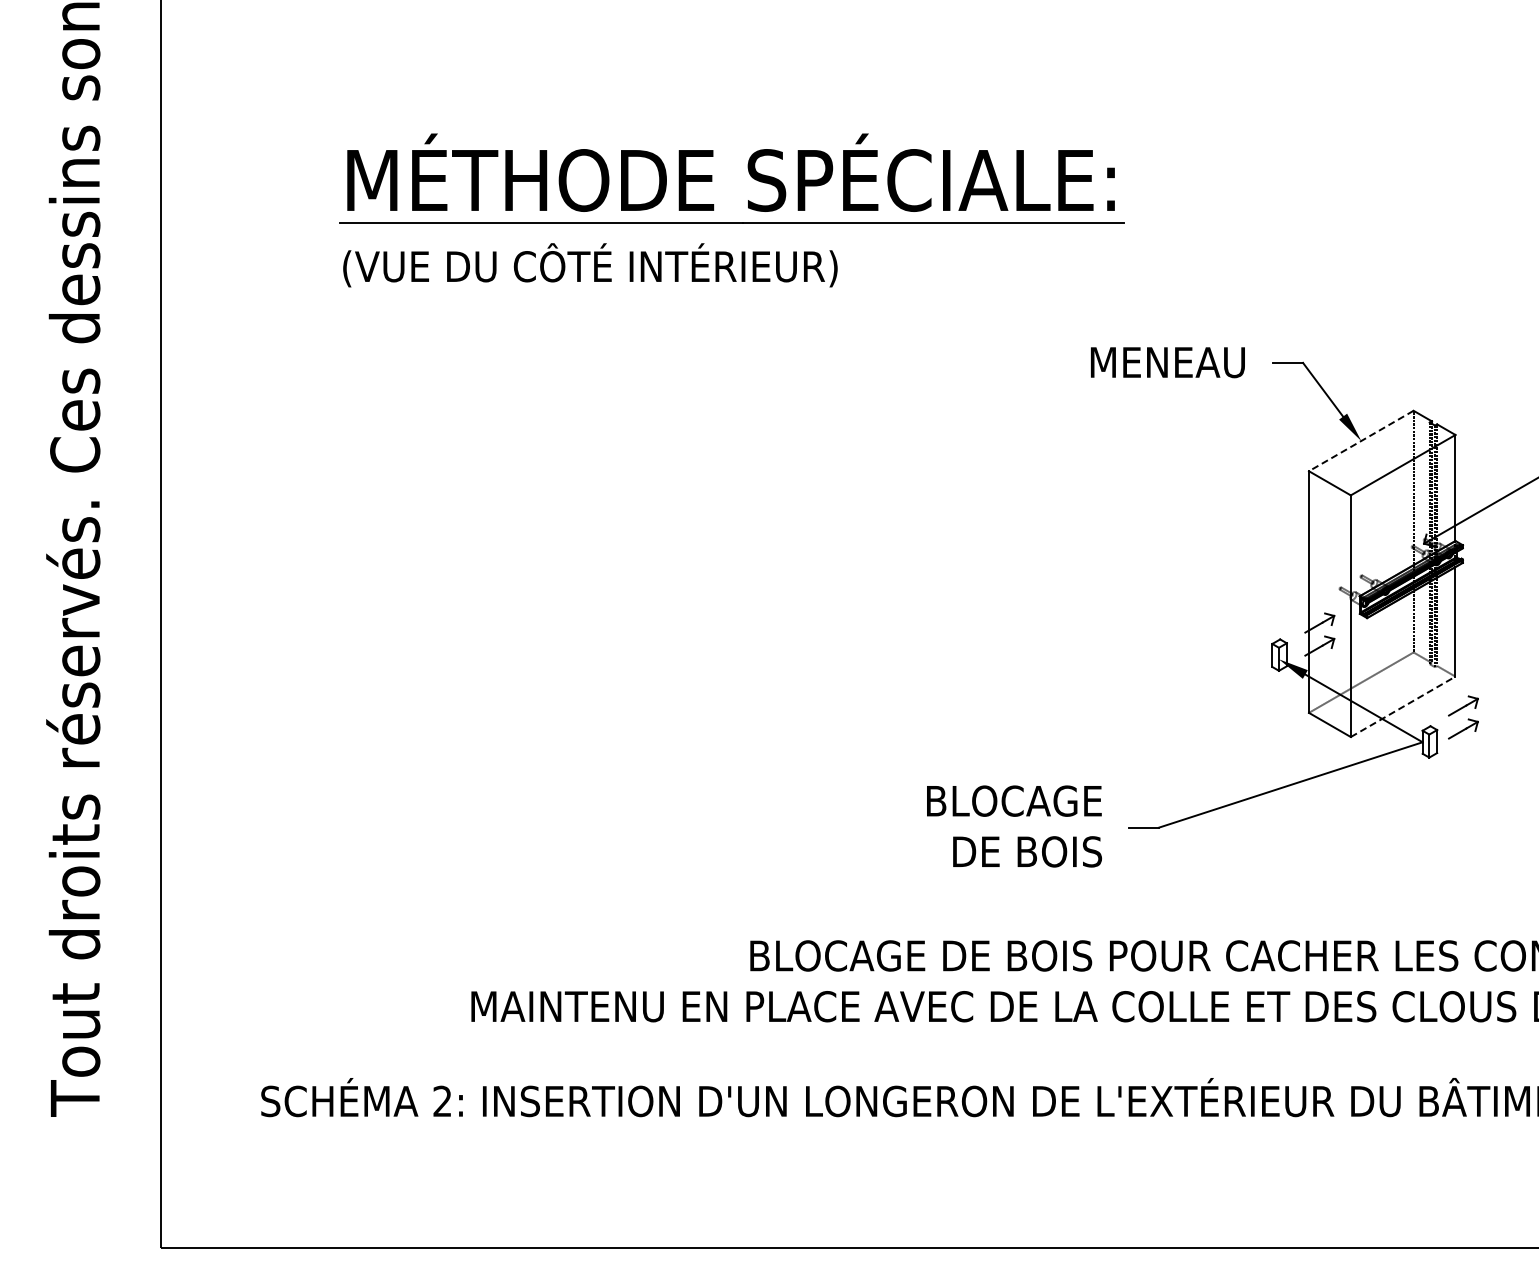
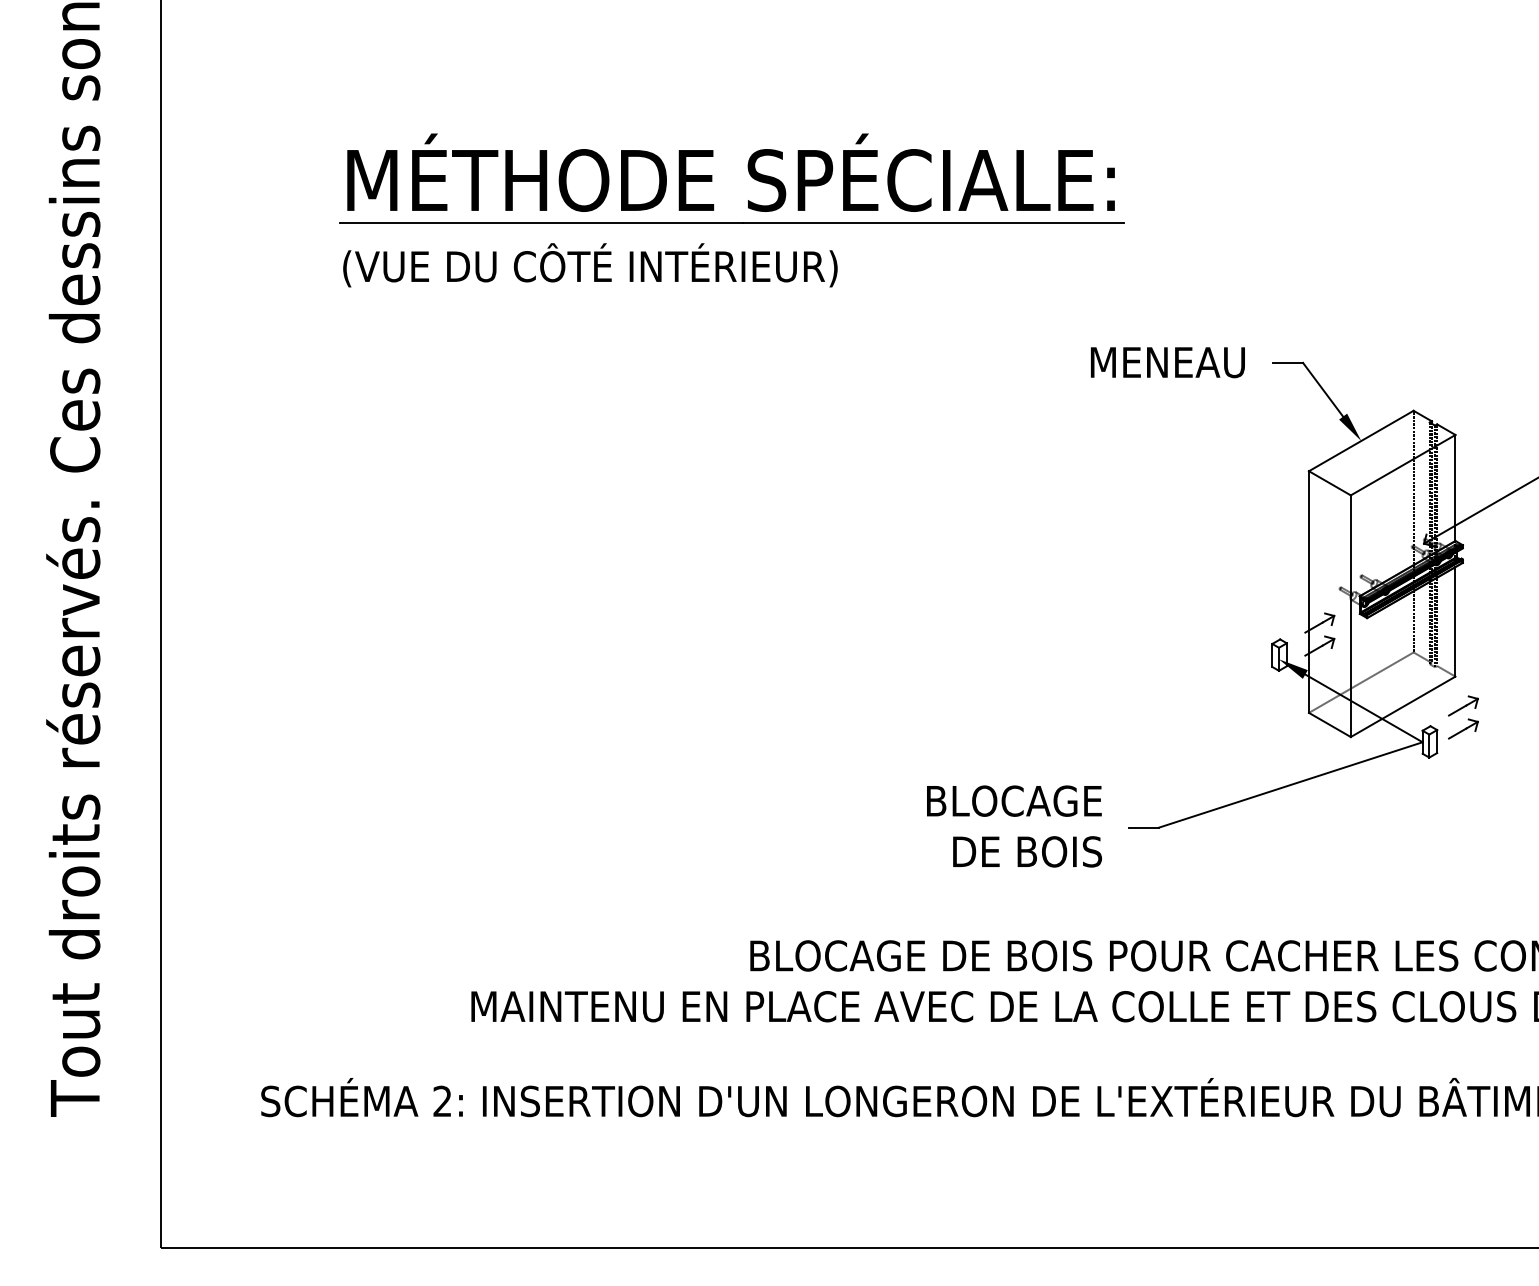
line at (1360, 441): dashed -> solid
line at (1403, 706): dashed -> solid
